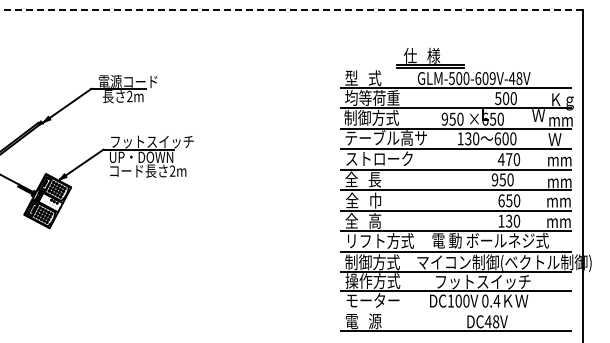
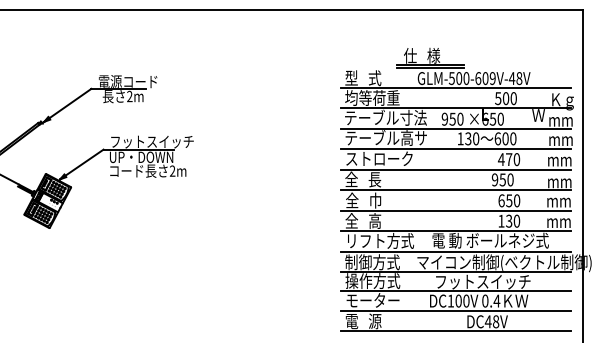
line at (291, 10): dashed -> solid
text at (385, 117): 制御方式 -> テーブル寸法
text at (560, 139): Ｗ -> mm
line at (455, 310): none -> present
